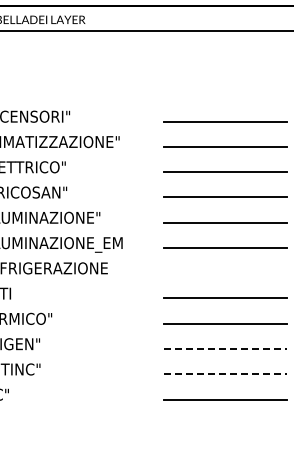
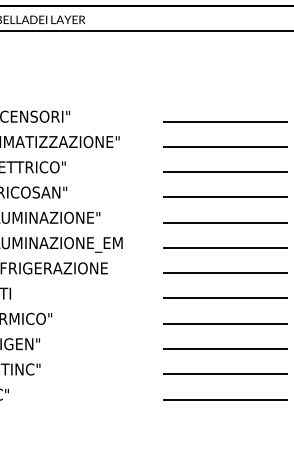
line at (224, 273): none -> present
line at (225, 348): dashed -> solid
line at (225, 374): dashed -> solid
